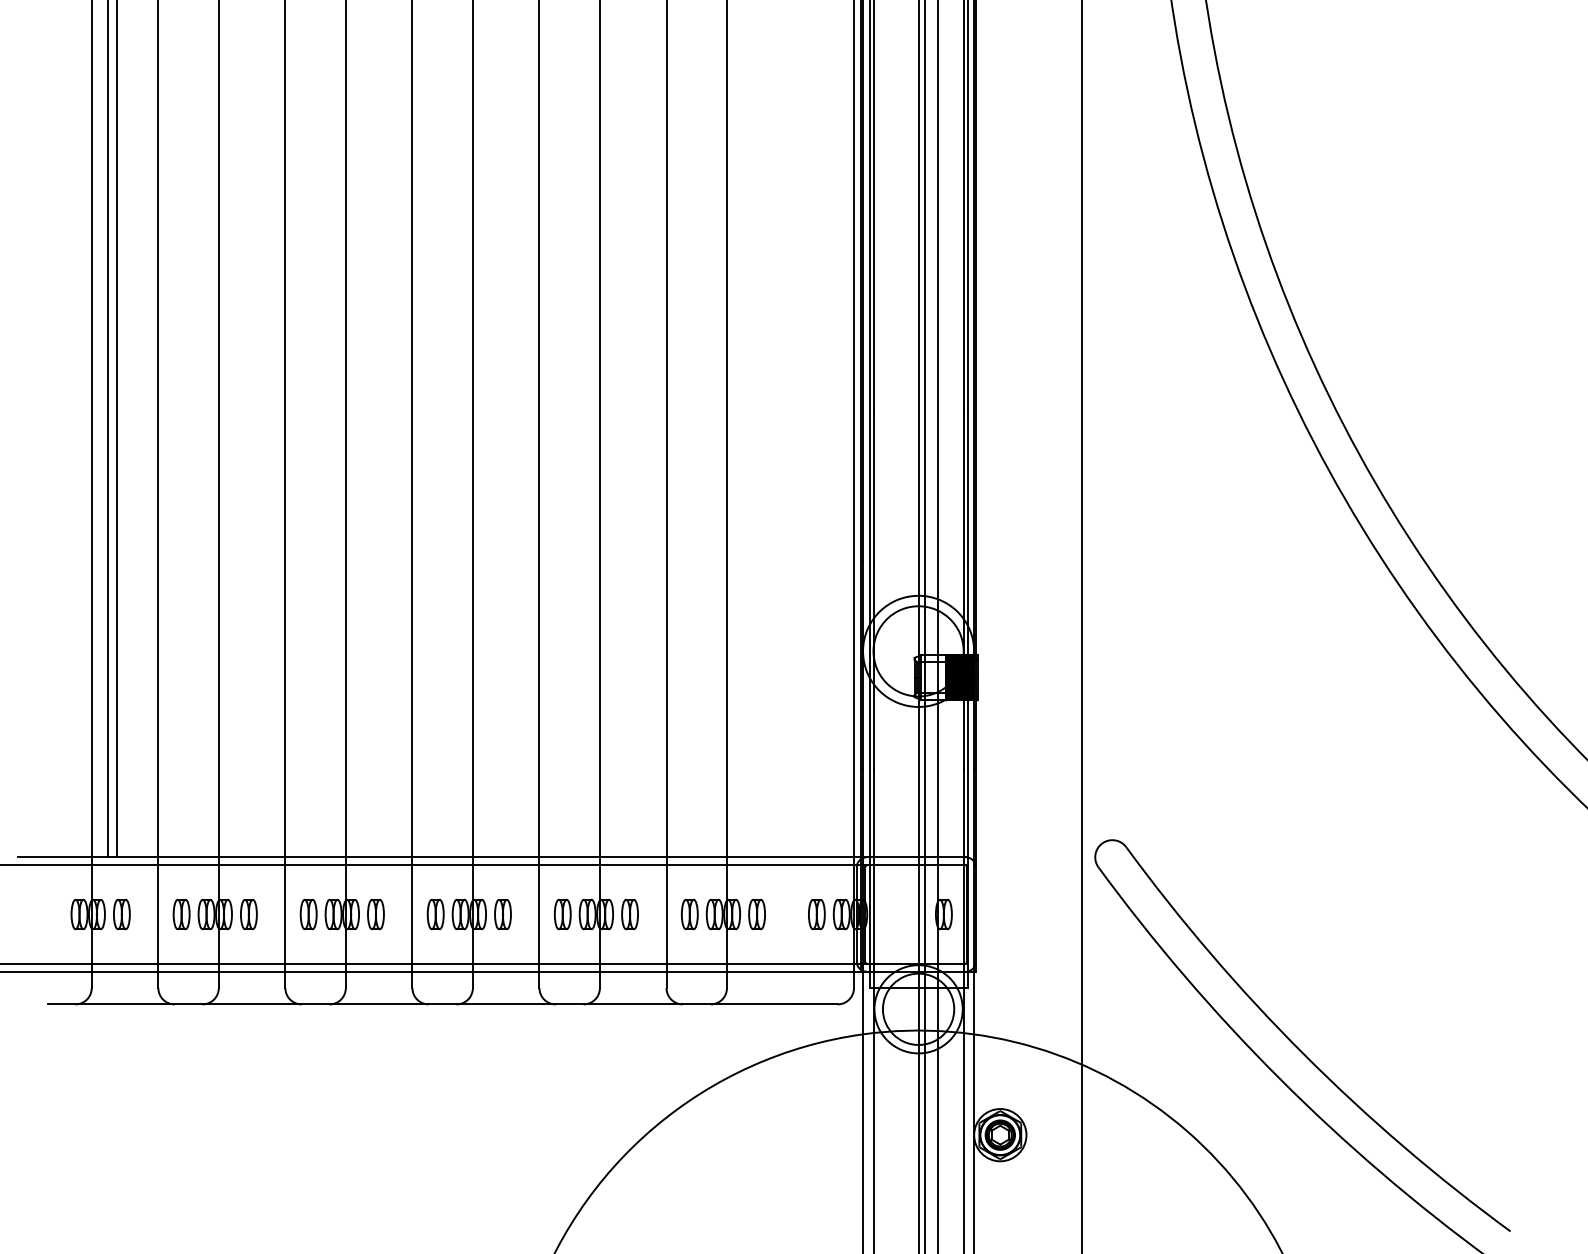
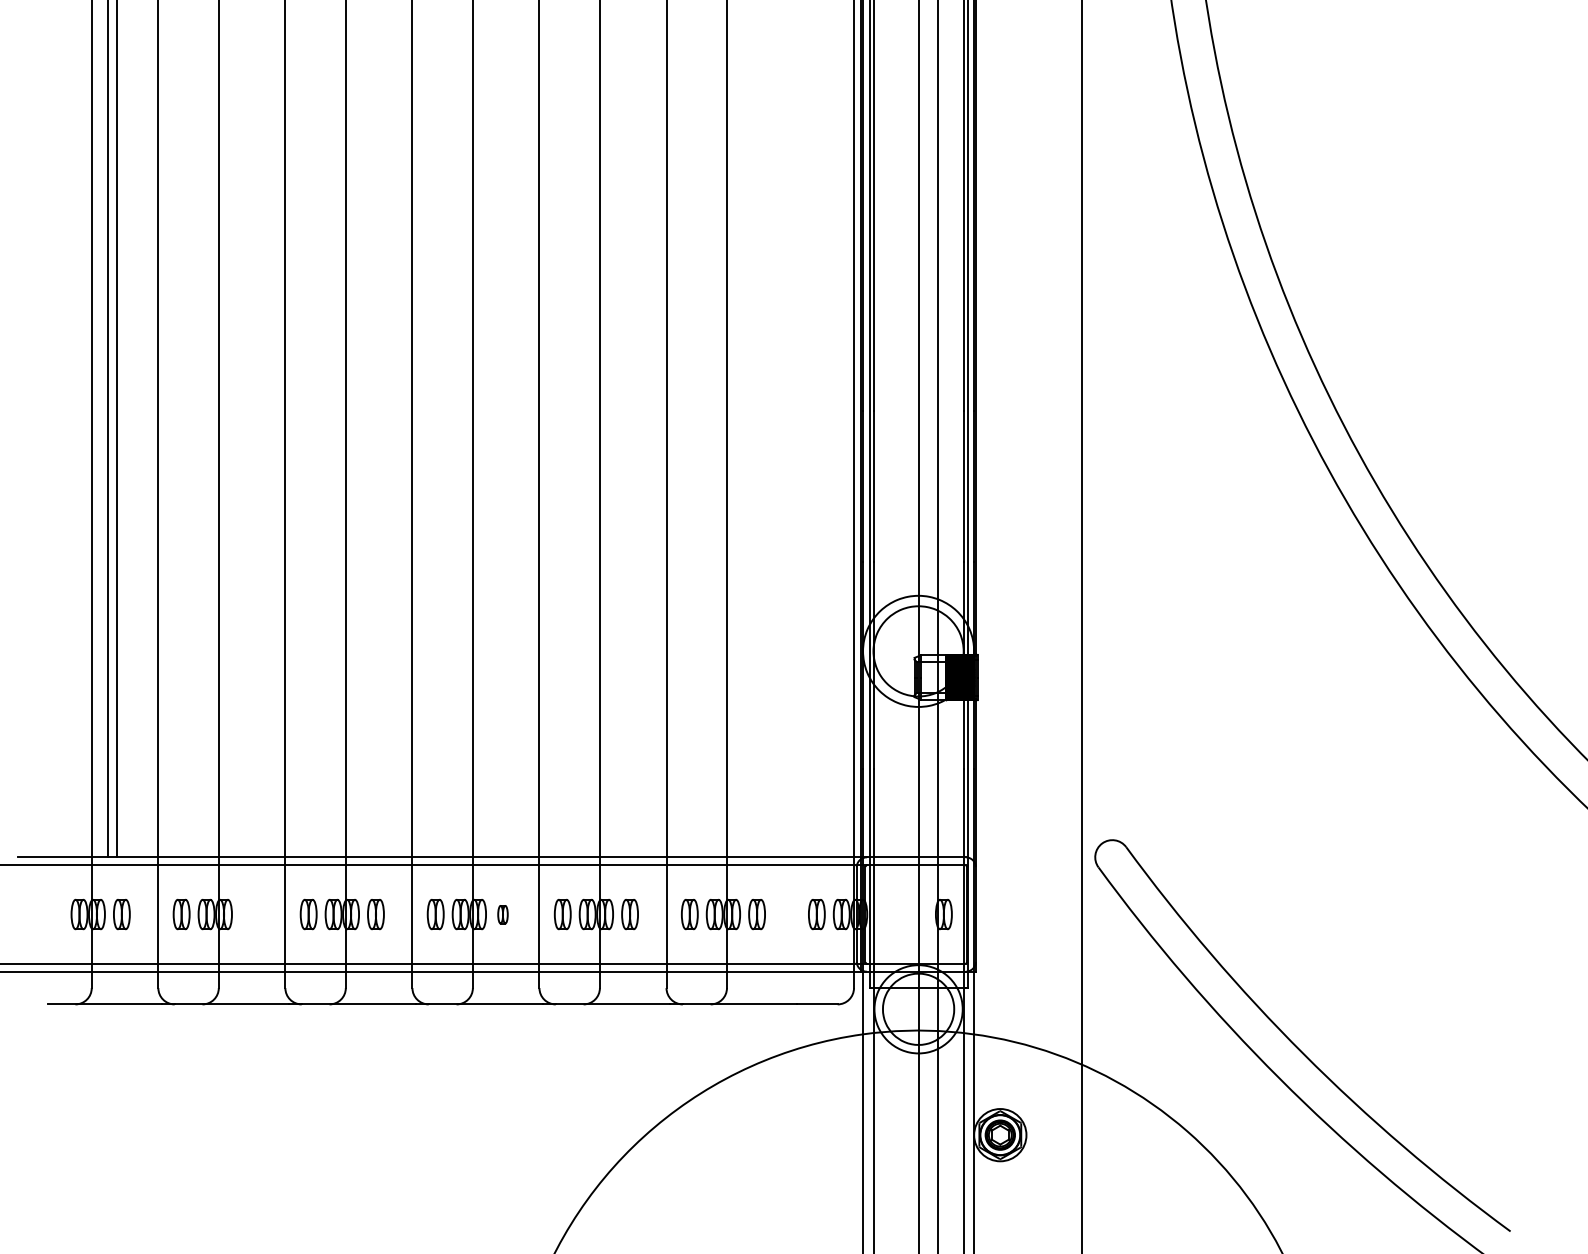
line at (925, 626): present -> none
part at (248, 914): present -> none
part at (502, 914) size: 18x32 px -> 12x20 px
